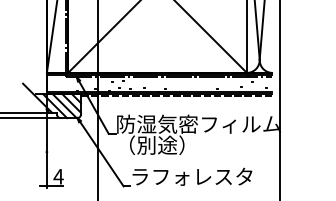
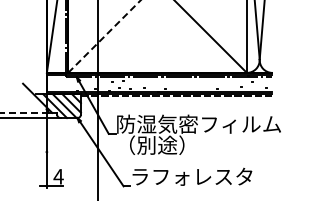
line at (104, 36): solid -> dashed
line at (280, 99): present -> none
line at (24, 112): solid -> dashed
